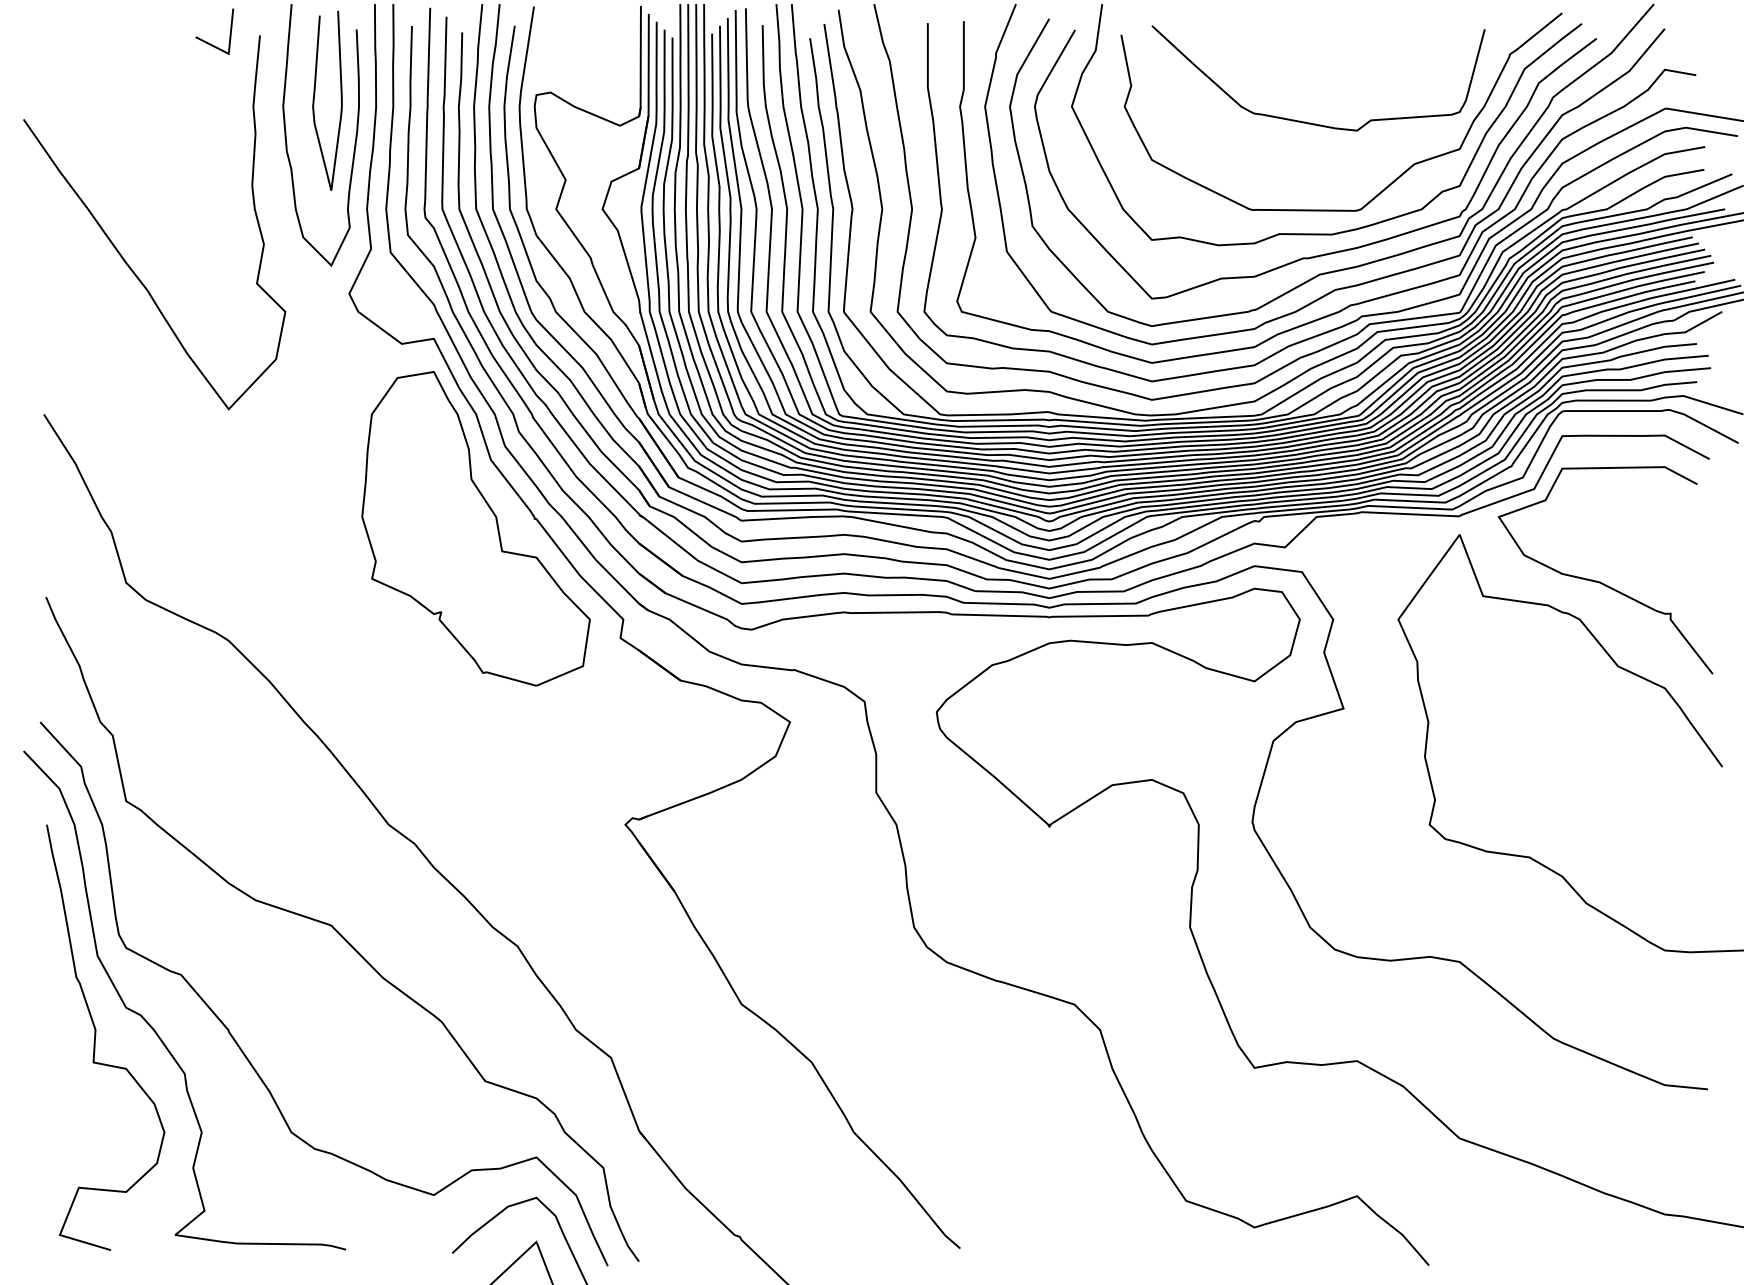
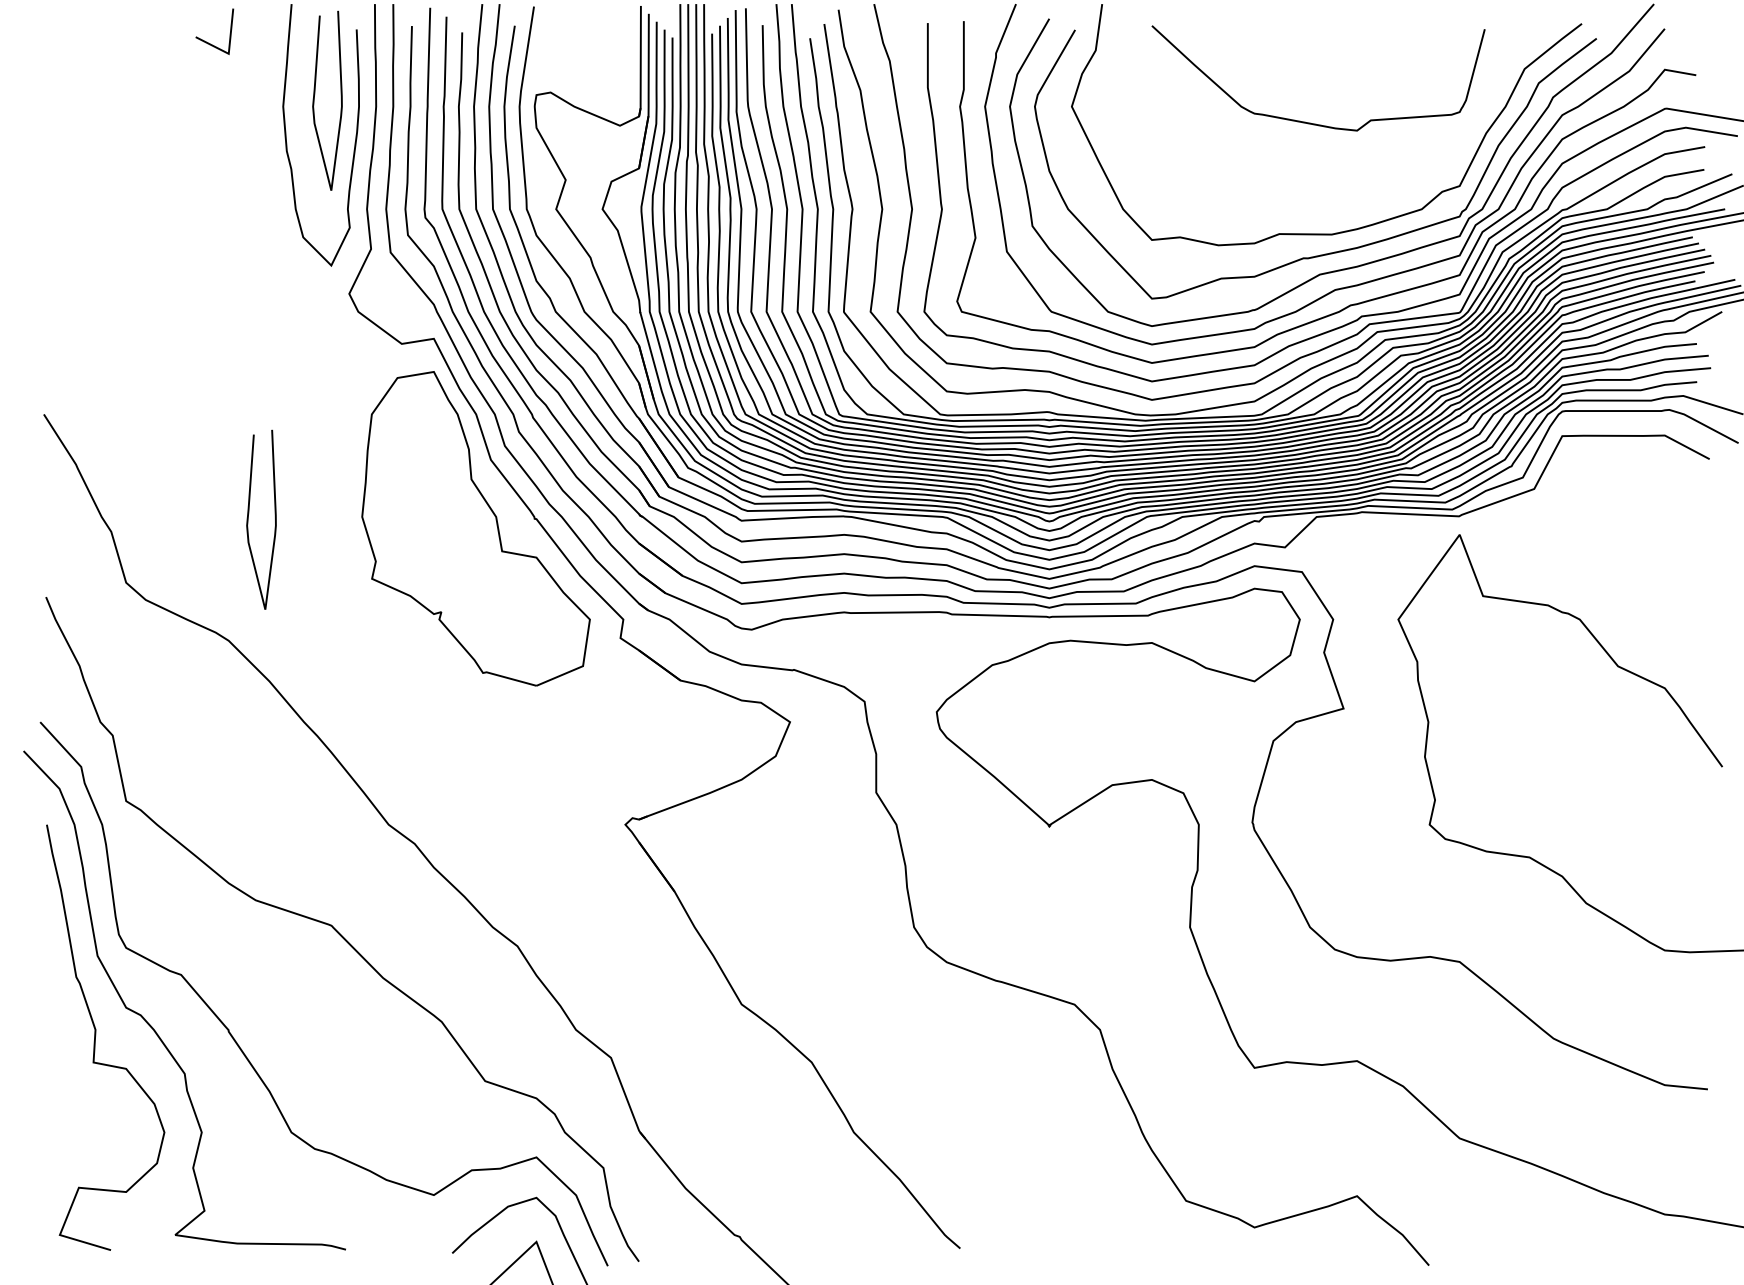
curve at (1394, 179): present -> none
curve at (119, 251): present -> none
curve at (248, 519): none -> present
curve at (1600, 581): present -> none
